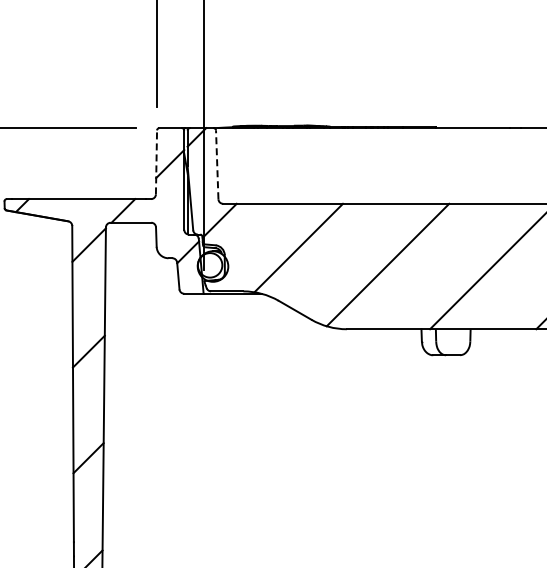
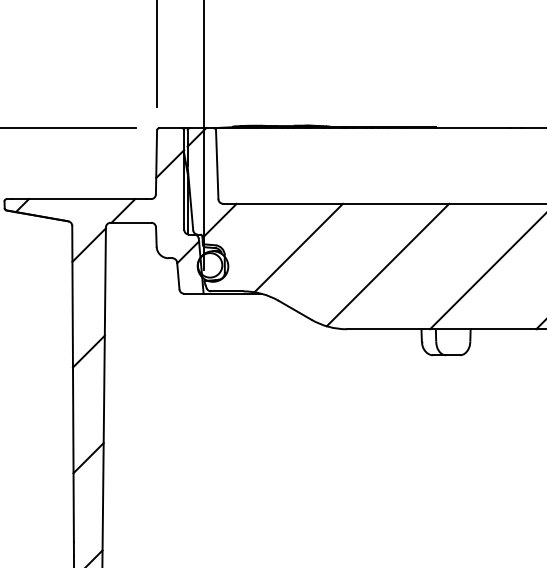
line at (156, 162): dashed -> solid
line at (217, 164): dashed -> solid
